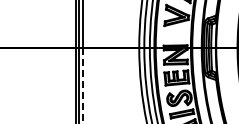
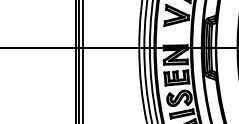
line at (83, 85): dashed -> solid
